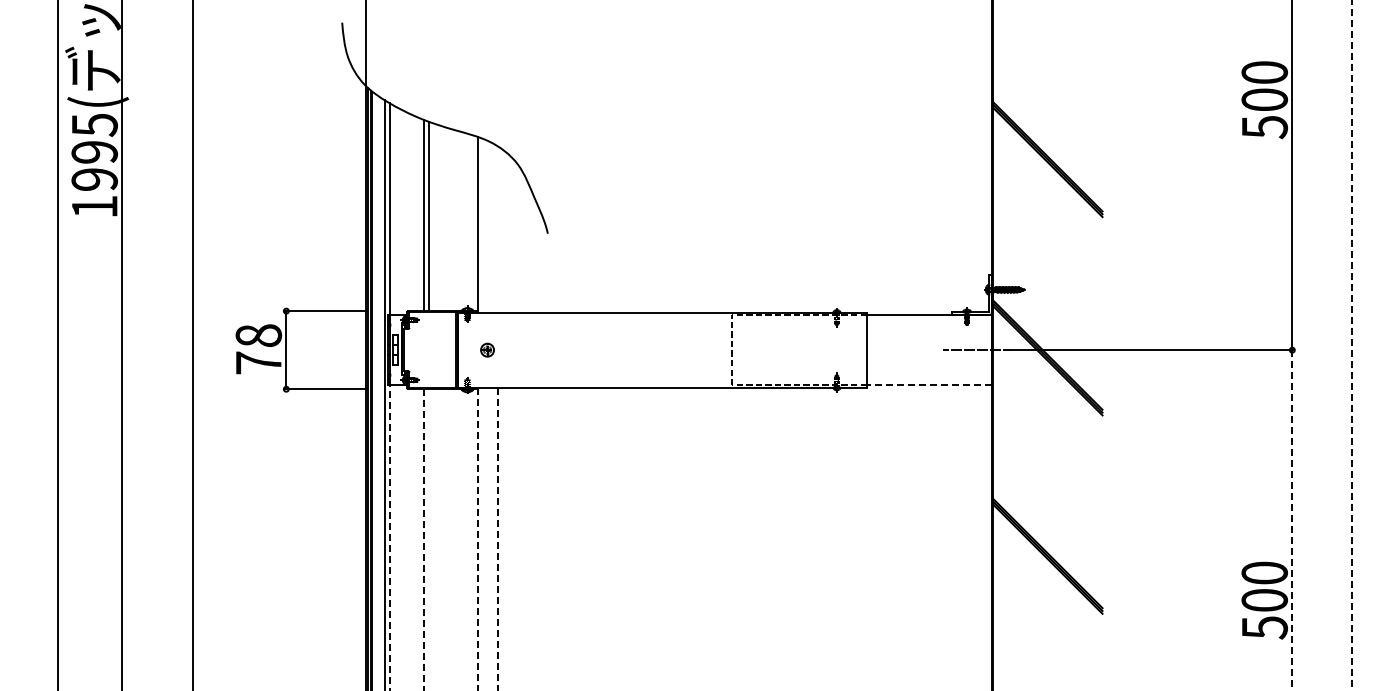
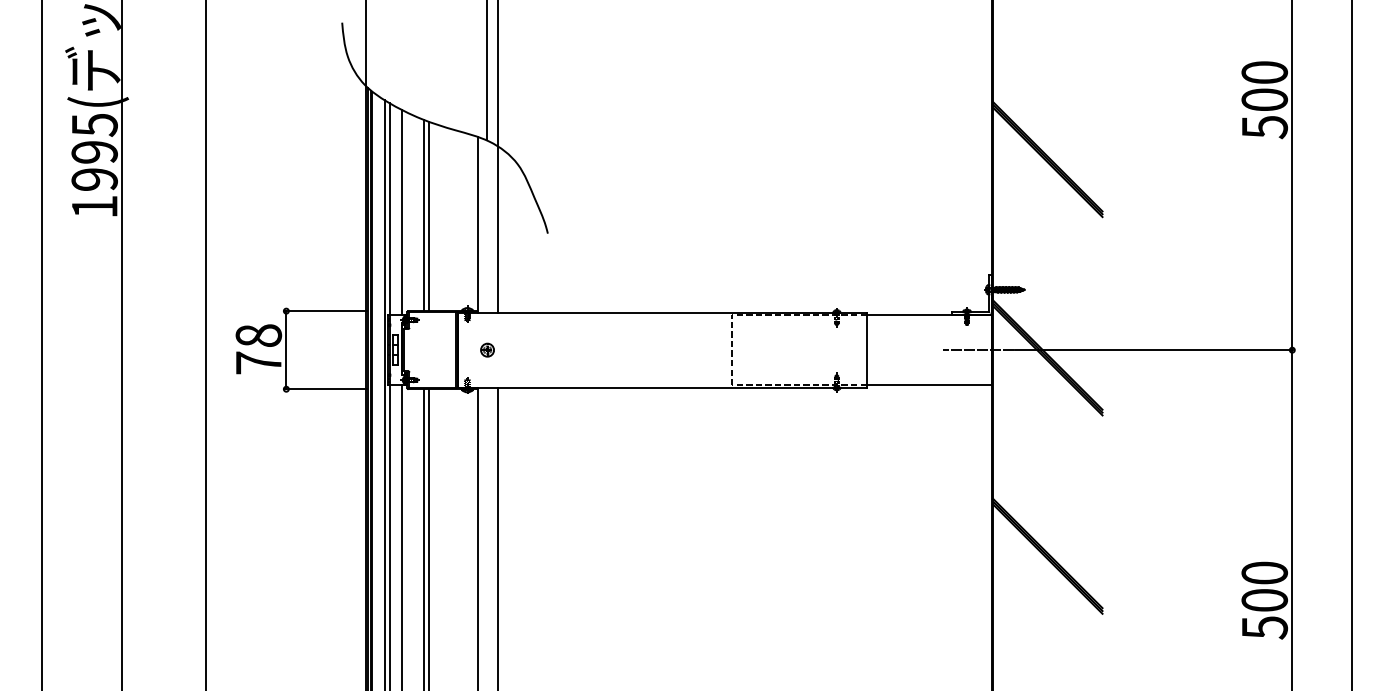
line at (486, 71): none -> present
line at (497, 157): none -> present
line at (402, 212): none -> present
line at (57, 344) position: (57, 344) -> (41, 344)
line at (193, 344) position: (193, 344) -> (206, 344)
line at (1352, 345): dashed -> solid
line at (929, 385): dashed -> solid
line at (1292, 521): dashed -> solid
line at (402, 536): none -> present
line at (389, 537): dashed -> solid
line at (428, 538): none -> present
line at (477, 538): dashed -> solid
line at (497, 538): dashed -> solid
line at (423, 540): dashed -> solid
